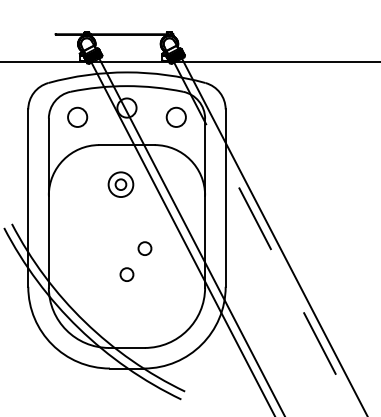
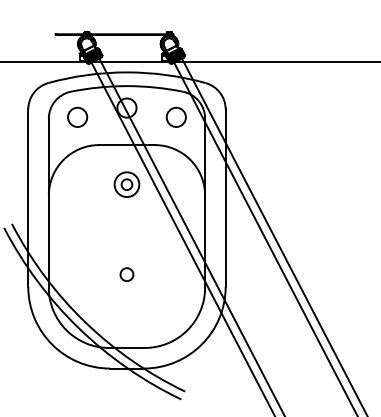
part at (120, 184) position: (120, 184) -> (126, 184)
line at (266, 240): dashed -> solid
circle at (144, 248): present -> none
